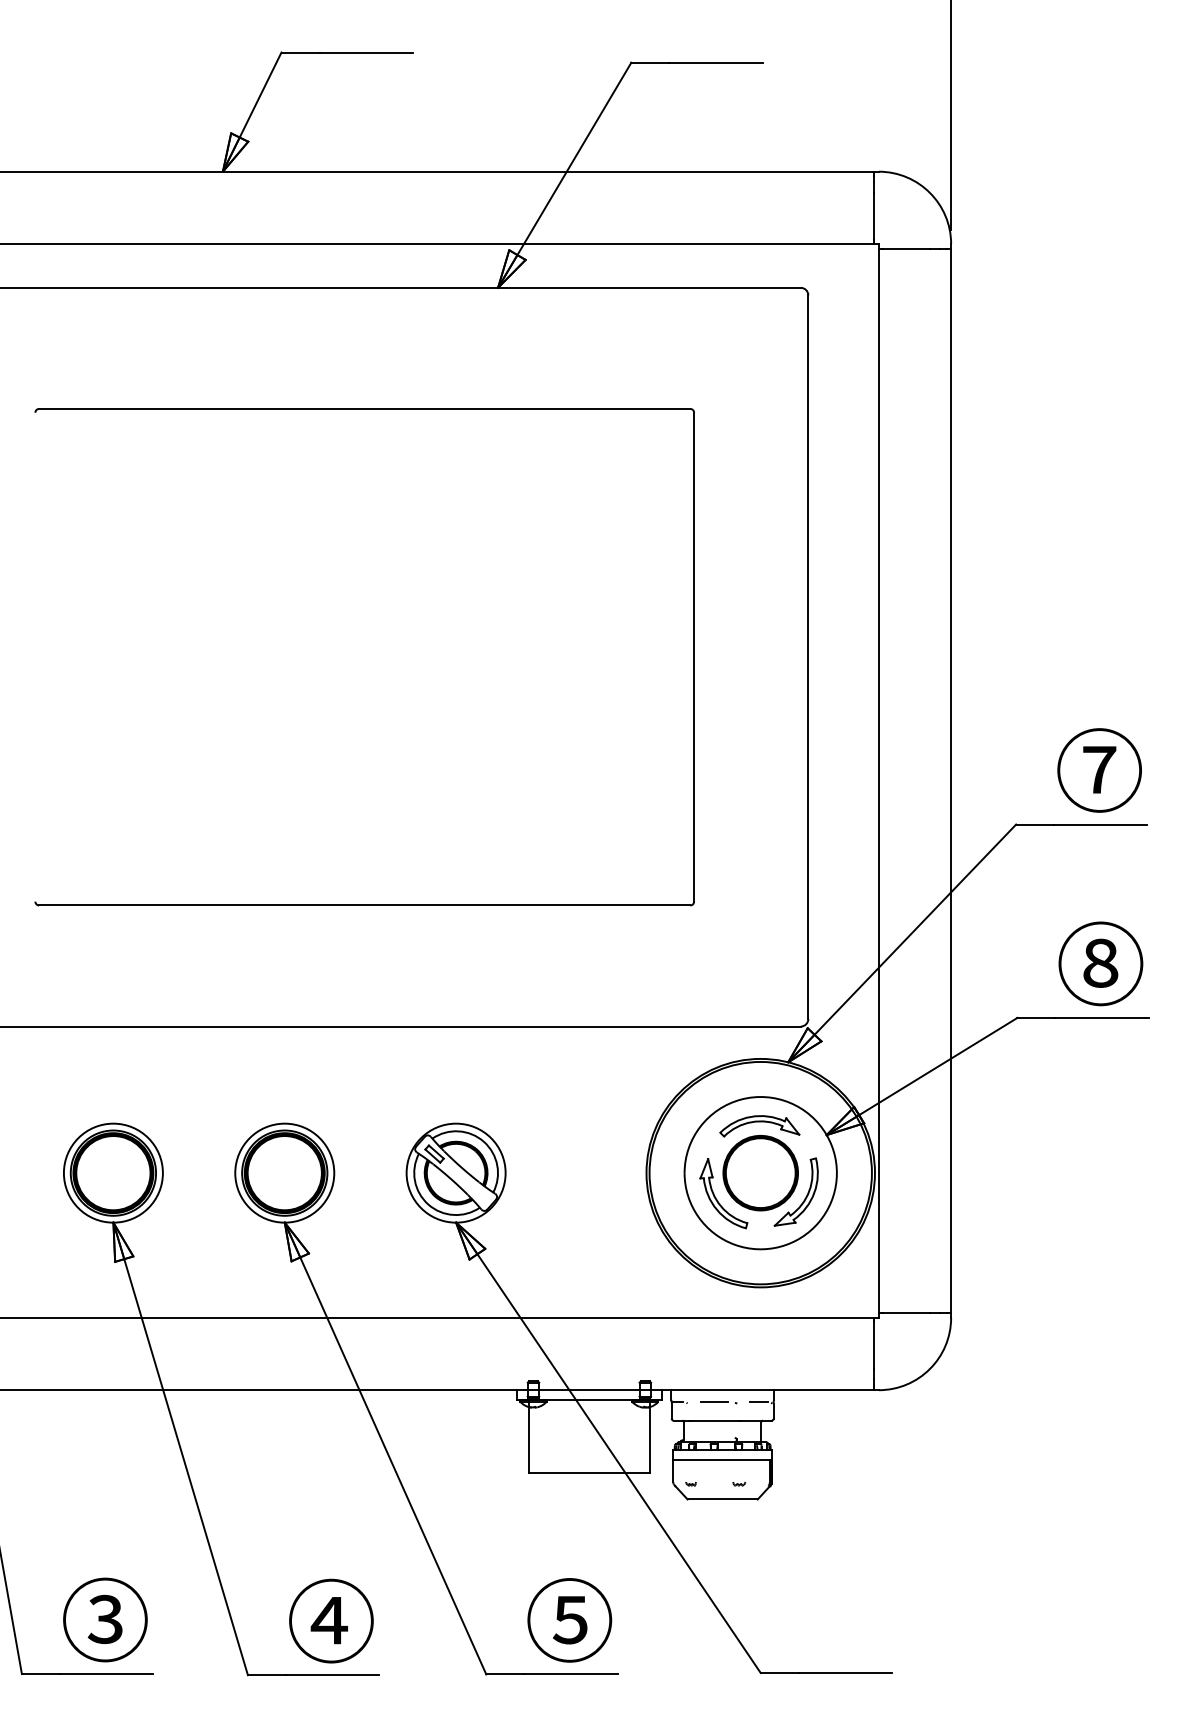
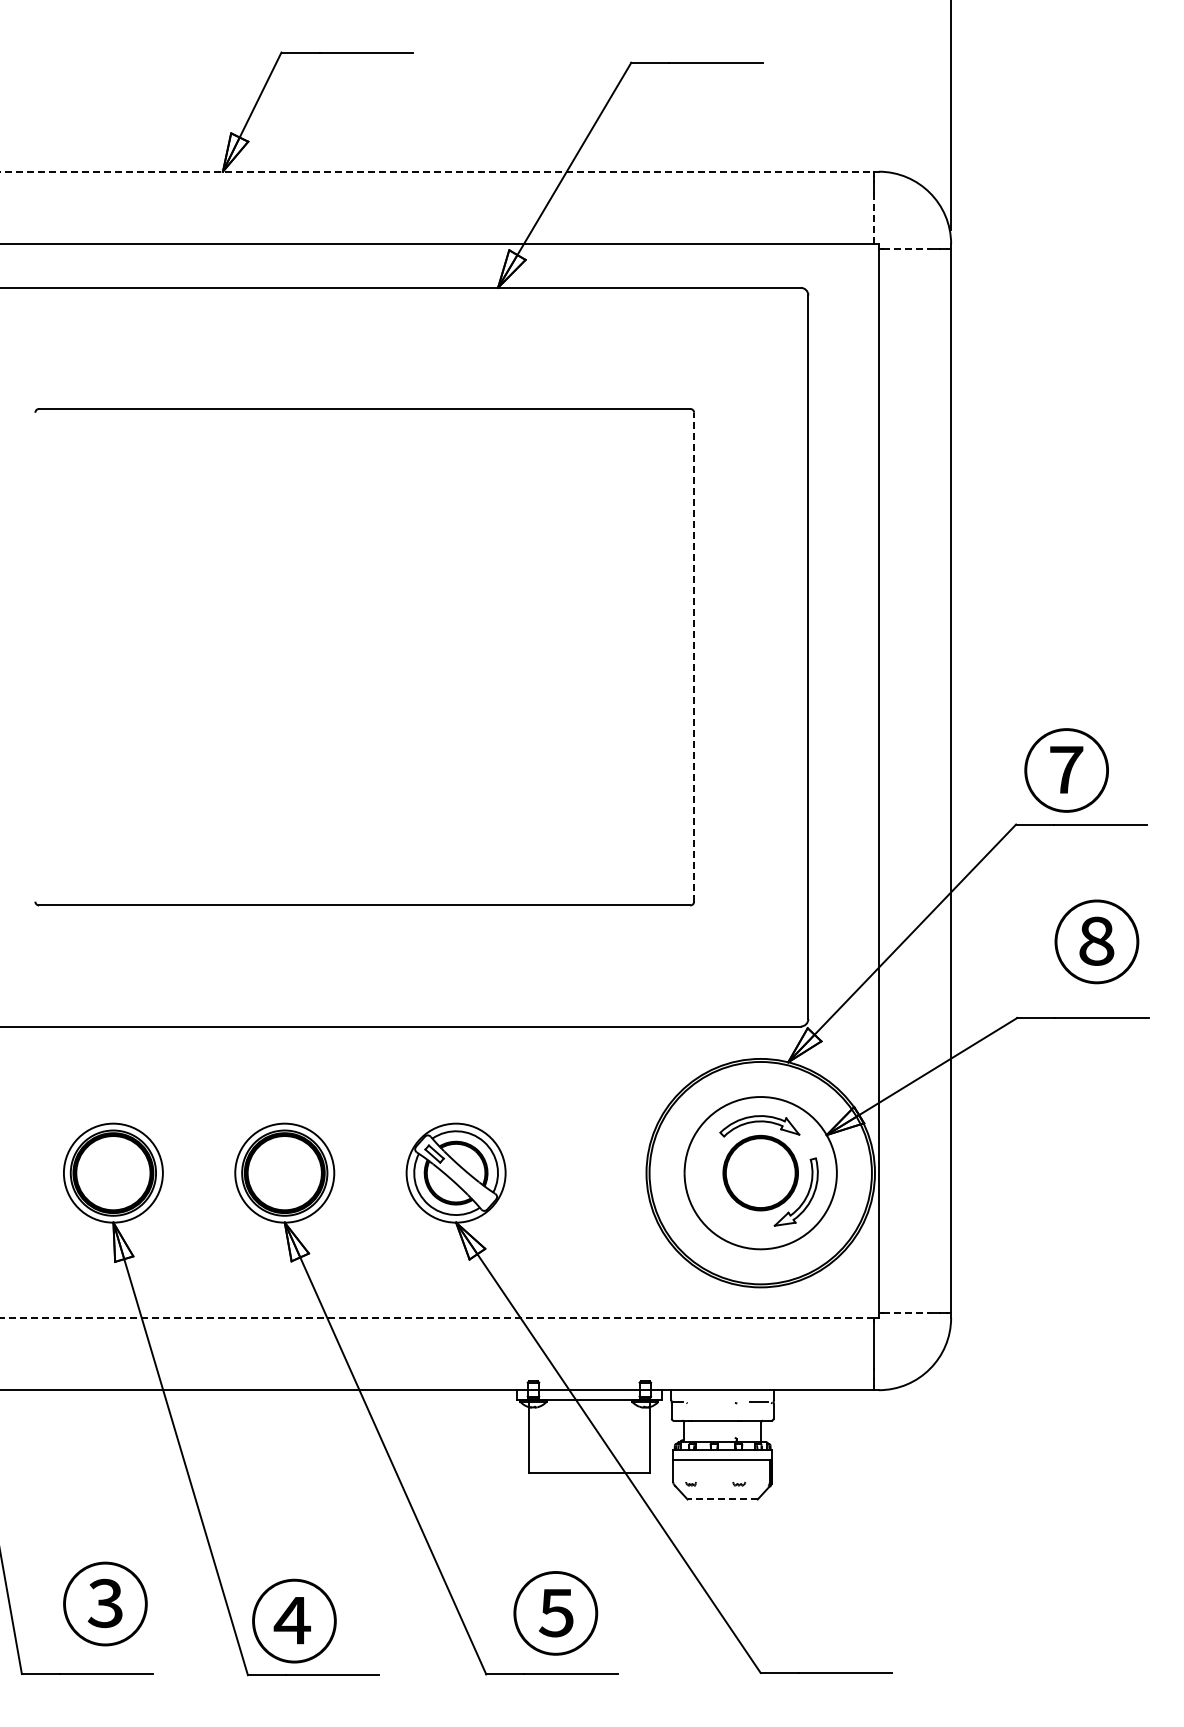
line at (437, 171): solid -> dashed
line at (874, 217): solid -> dashed
line at (906, 248): solid -> dashed
line at (694, 656): solid -> dashed
text at (1099, 770) position: (1099, 770) -> (1066, 770)
text at (1100, 963) position: (1100, 963) -> (1096, 941)
part at (716, 1197): present -> none
line at (906, 1313): solid -> dashed
line at (437, 1317): solid -> dashed
line at (713, 1401): present -> none
line at (722, 1499): solid -> dashed
text at (105, 1619) position: (105, 1619) -> (105, 1603)
text at (331, 1620) position: (331, 1620) -> (294, 1620)
text at (569, 1620) position: (569, 1620) -> (555, 1613)
